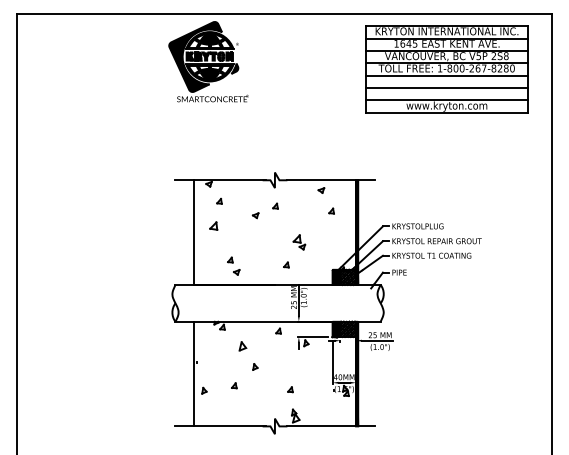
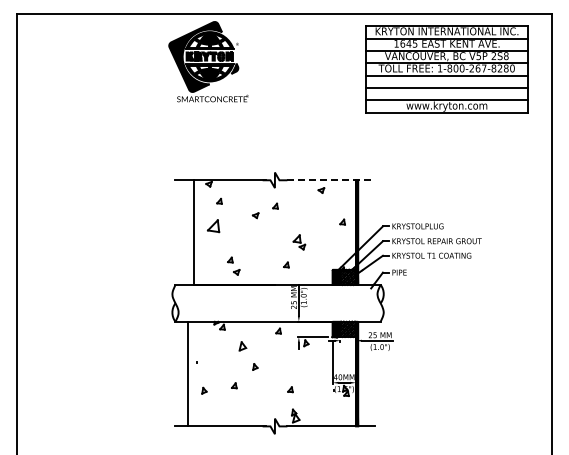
line at (330, 180): solid -> dashed
part at (331, 210) position: (331, 210) -> (342, 221)
part at (213, 225) size: 10x10 px -> 15x15 px
line at (193, 373) position: (193, 373) -> (187, 373)
